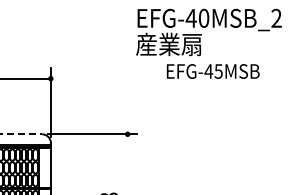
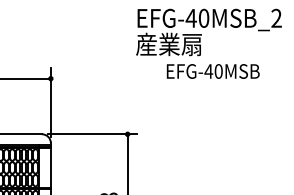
text at (218, 71): EFG-45MSB -> EFG-40MSB
line at (21, 134): dashed -> solid
line at (127, 162): none -> present
